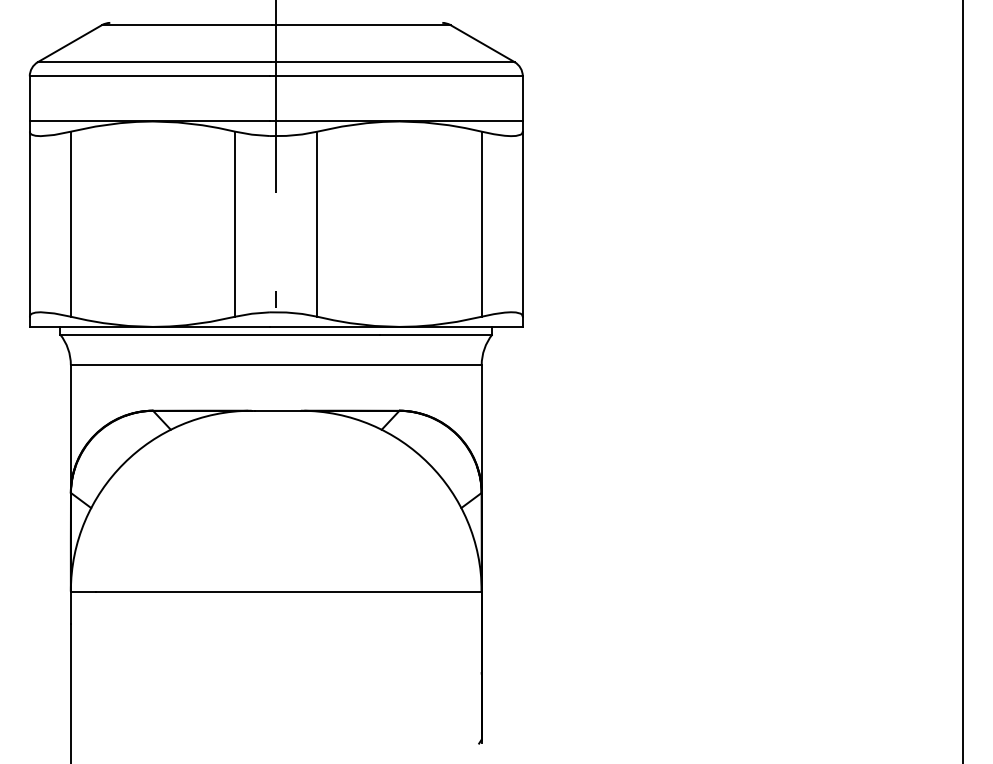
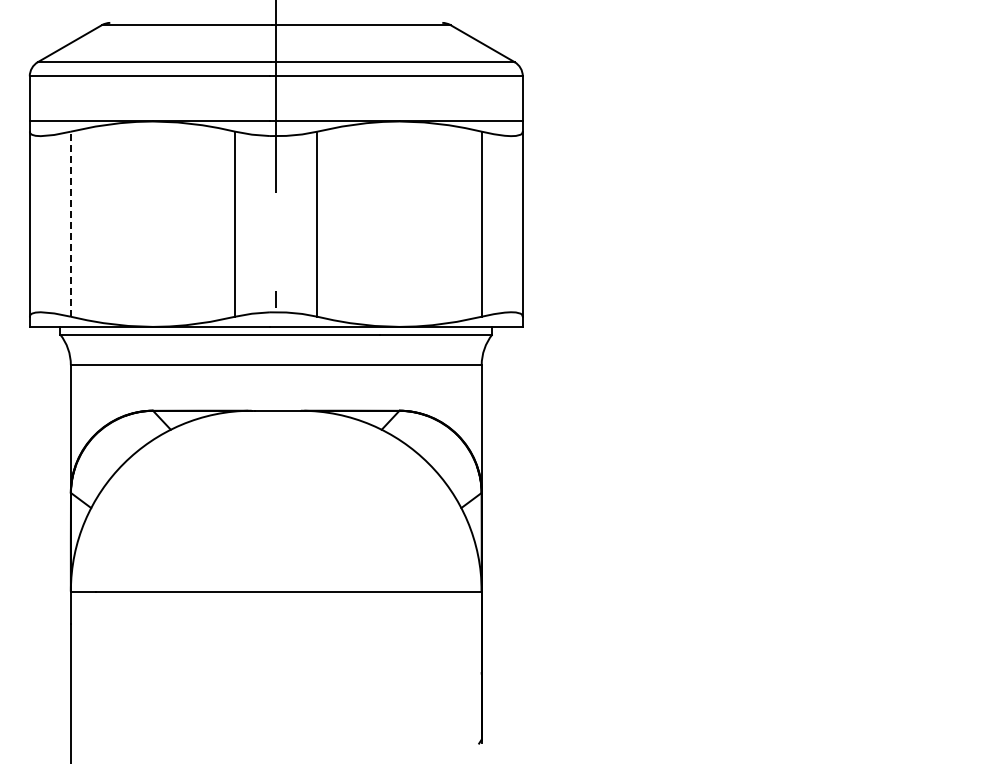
line at (70, 224): solid -> dashed
line at (963, 381): present -> none
